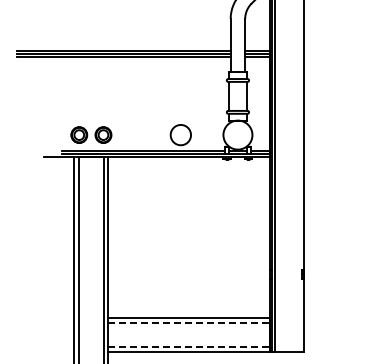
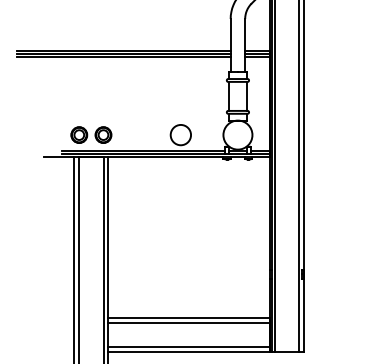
line at (299, 176): none -> present
line at (189, 322): dashed -> solid
line at (189, 346): dashed -> solid
